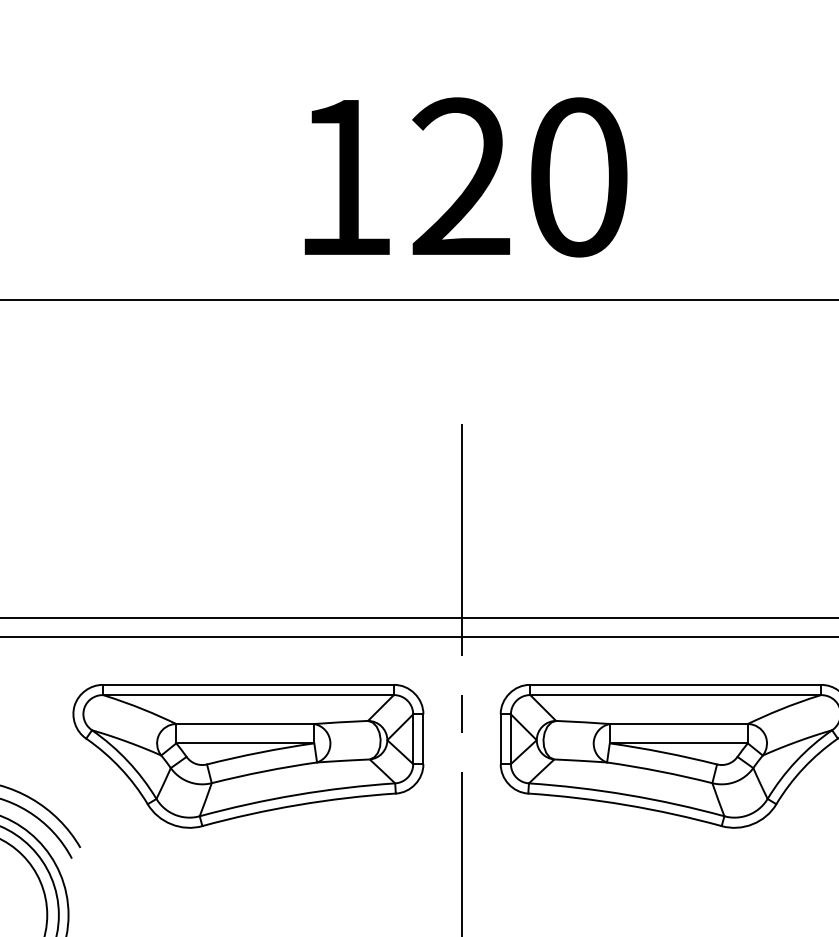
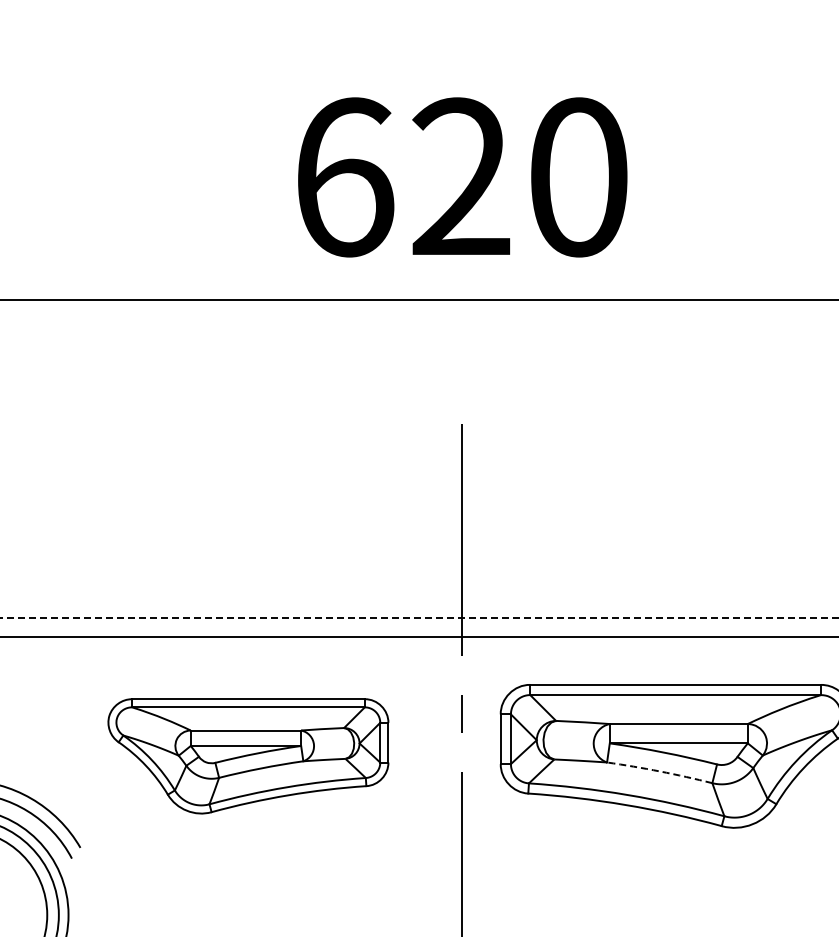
text at (346, 177): 120 -> 620
line at (419, 617): solid -> dashed
part at (248, 756) size: 353x145 px -> 283x117 px
arc at (659, 771): solid -> dashed
